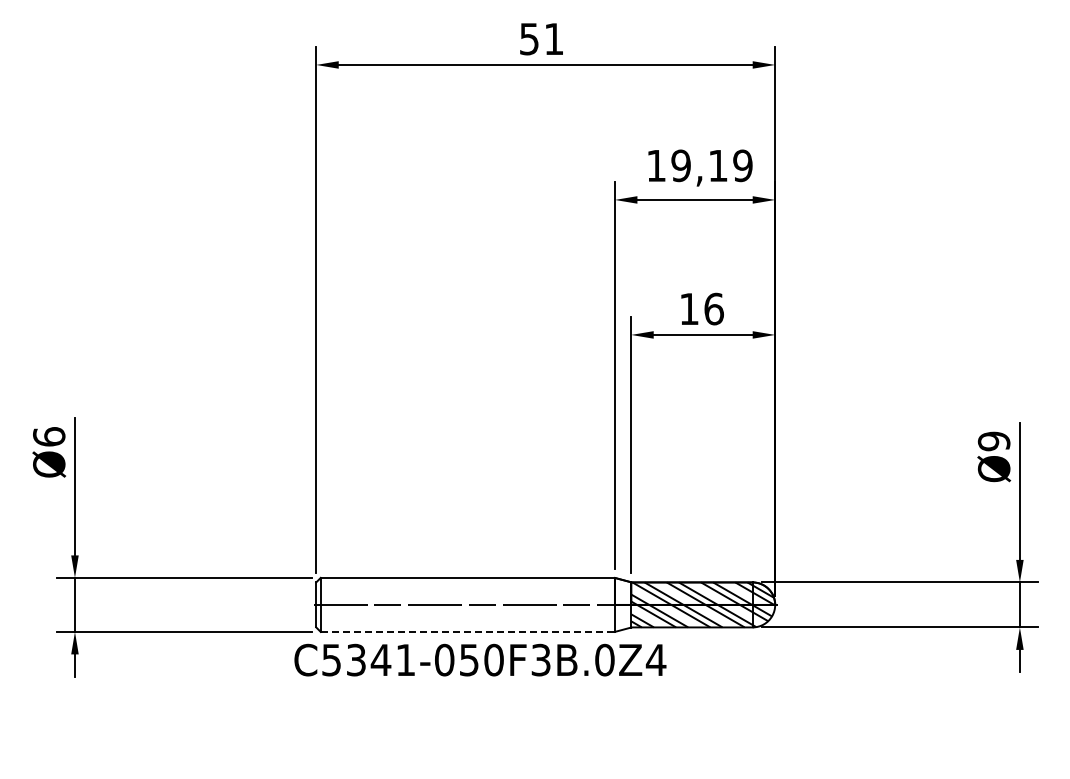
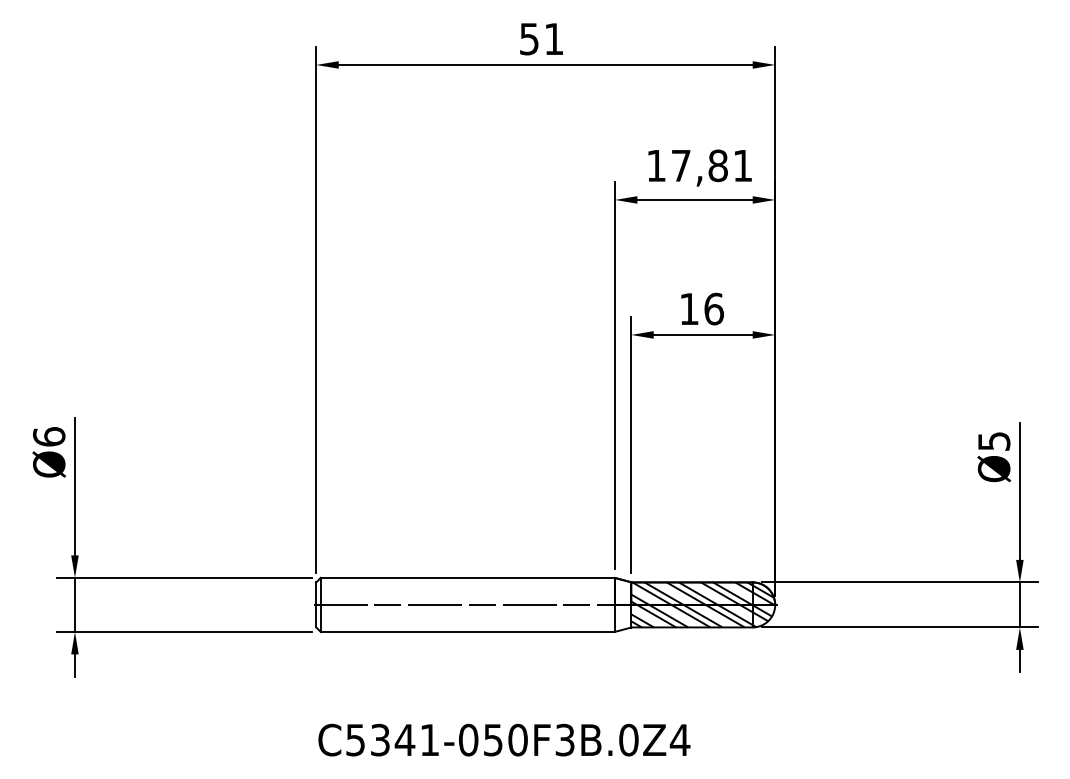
text at (711, 165): 19,19 -> 17,81
text at (993, 441): Ø9 -> Ø5
line at (468, 631): dashed -> solid
text at (480, 659) position: (480, 659) -> (504, 739)
